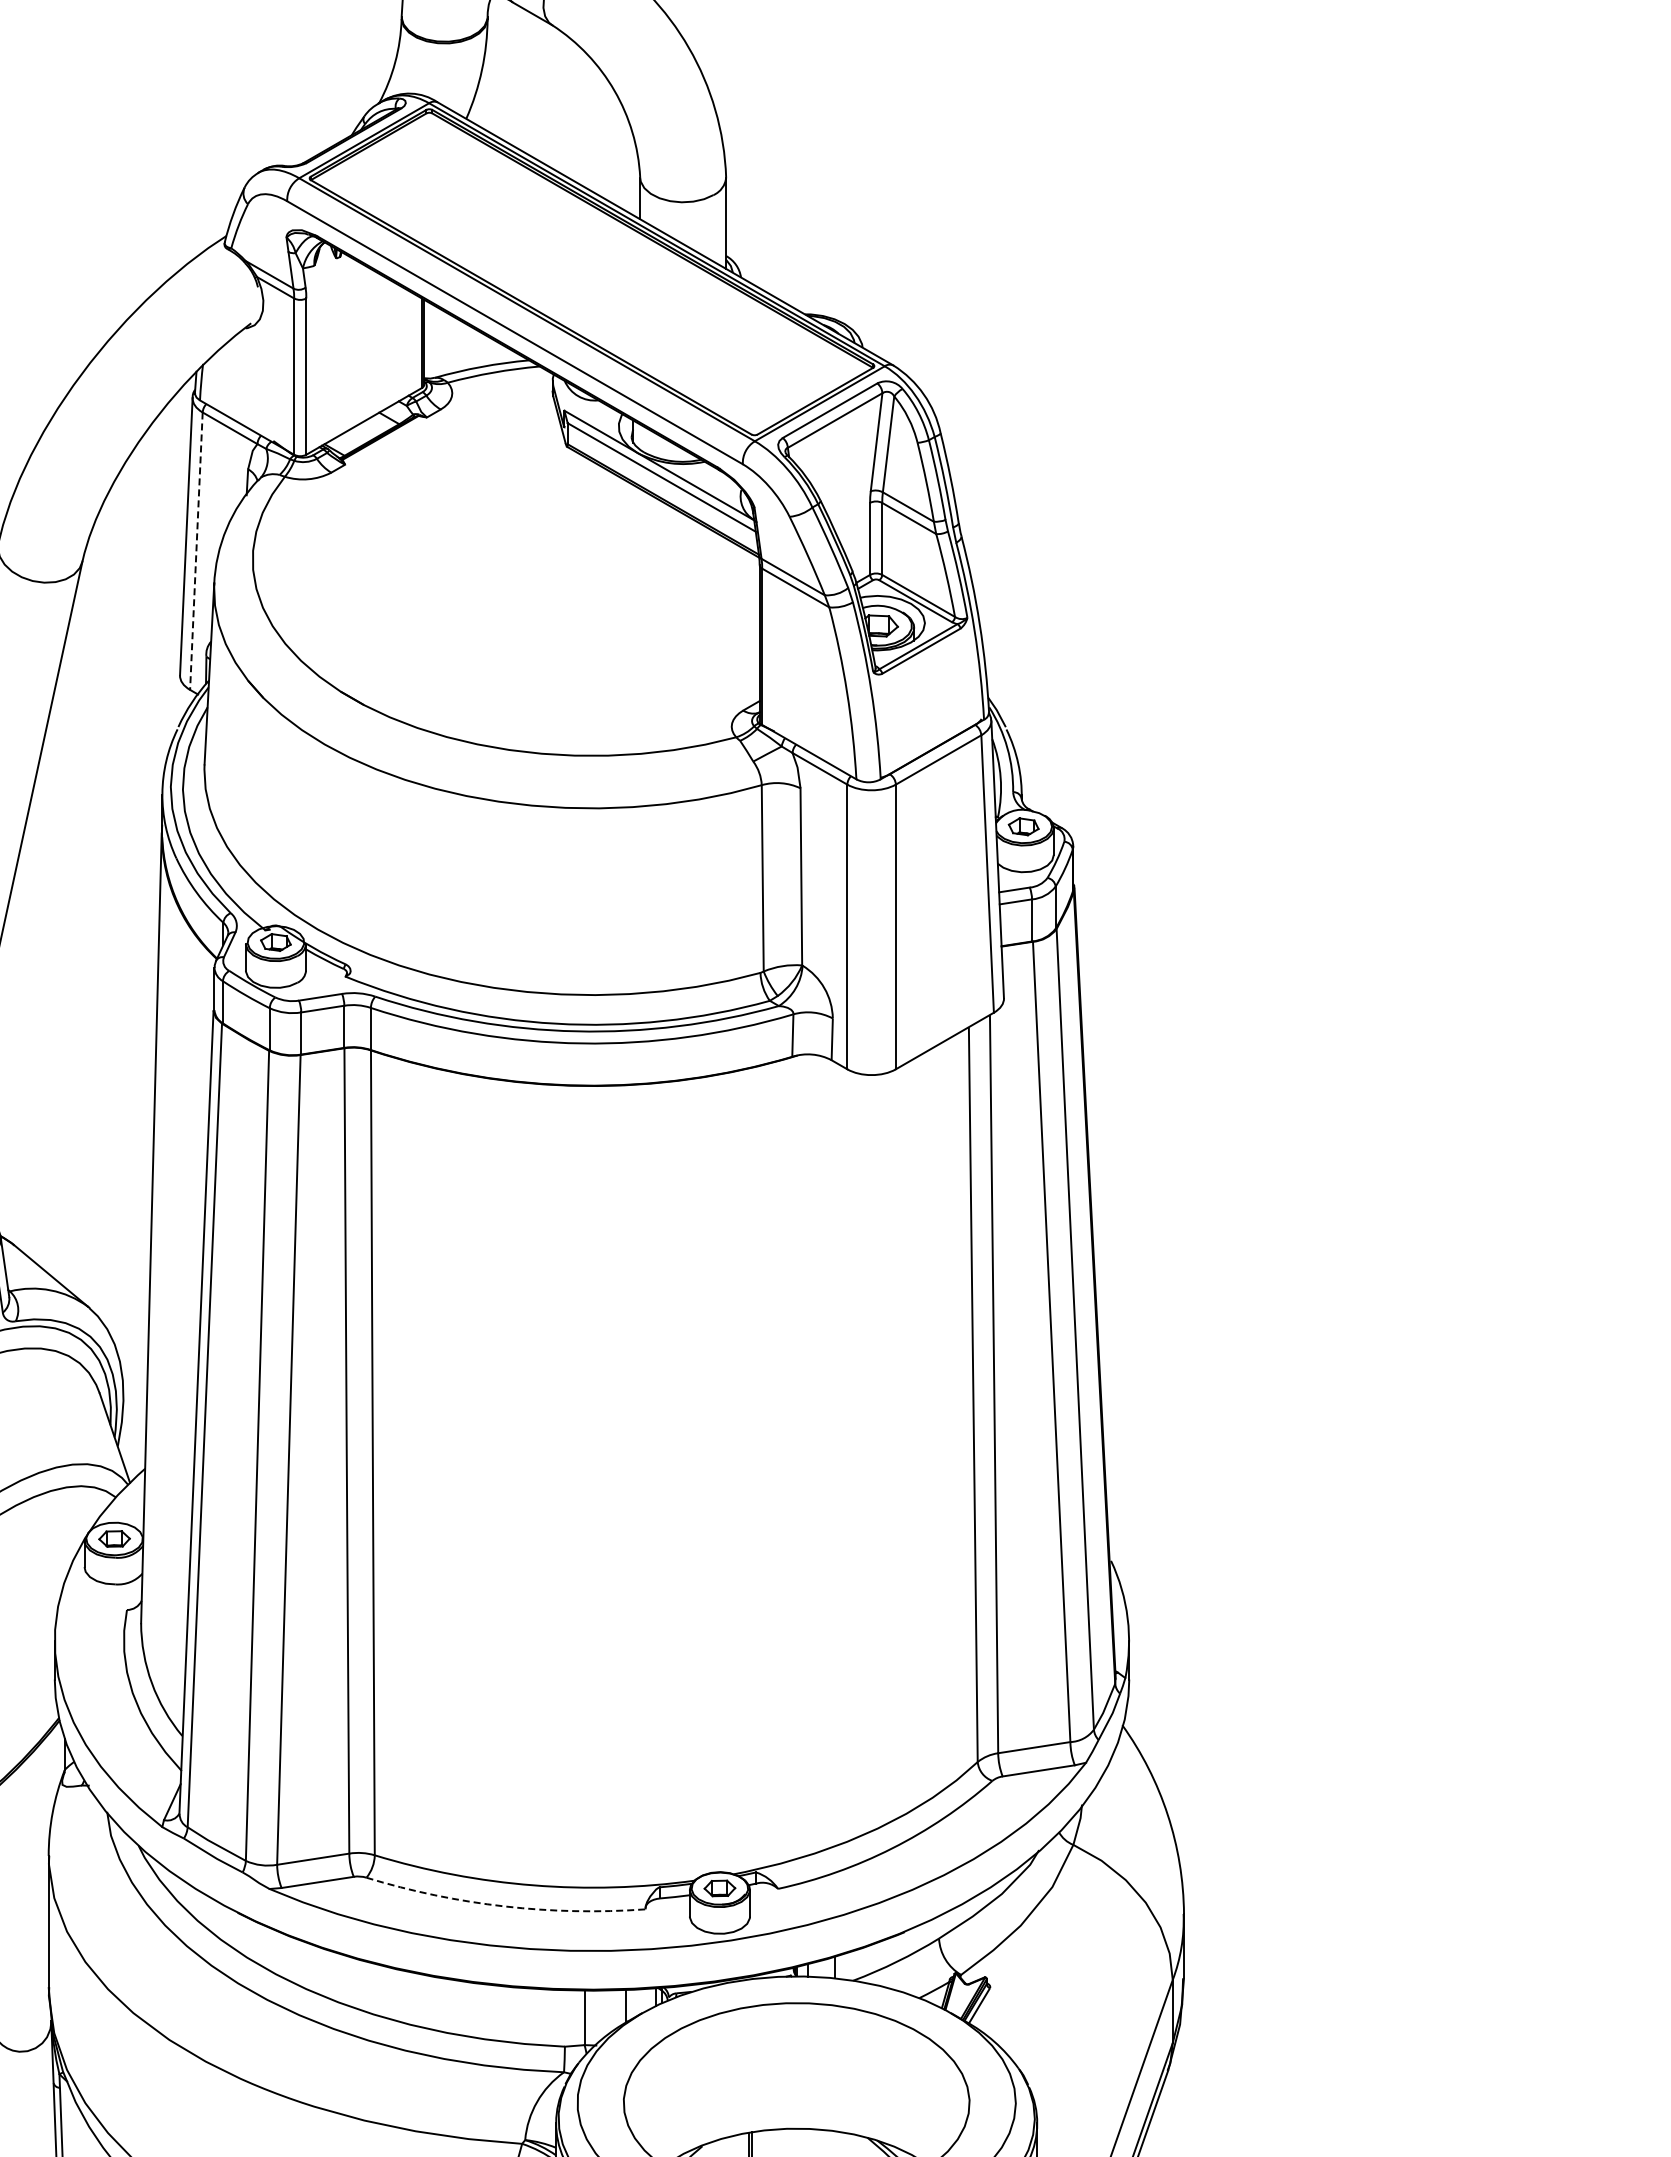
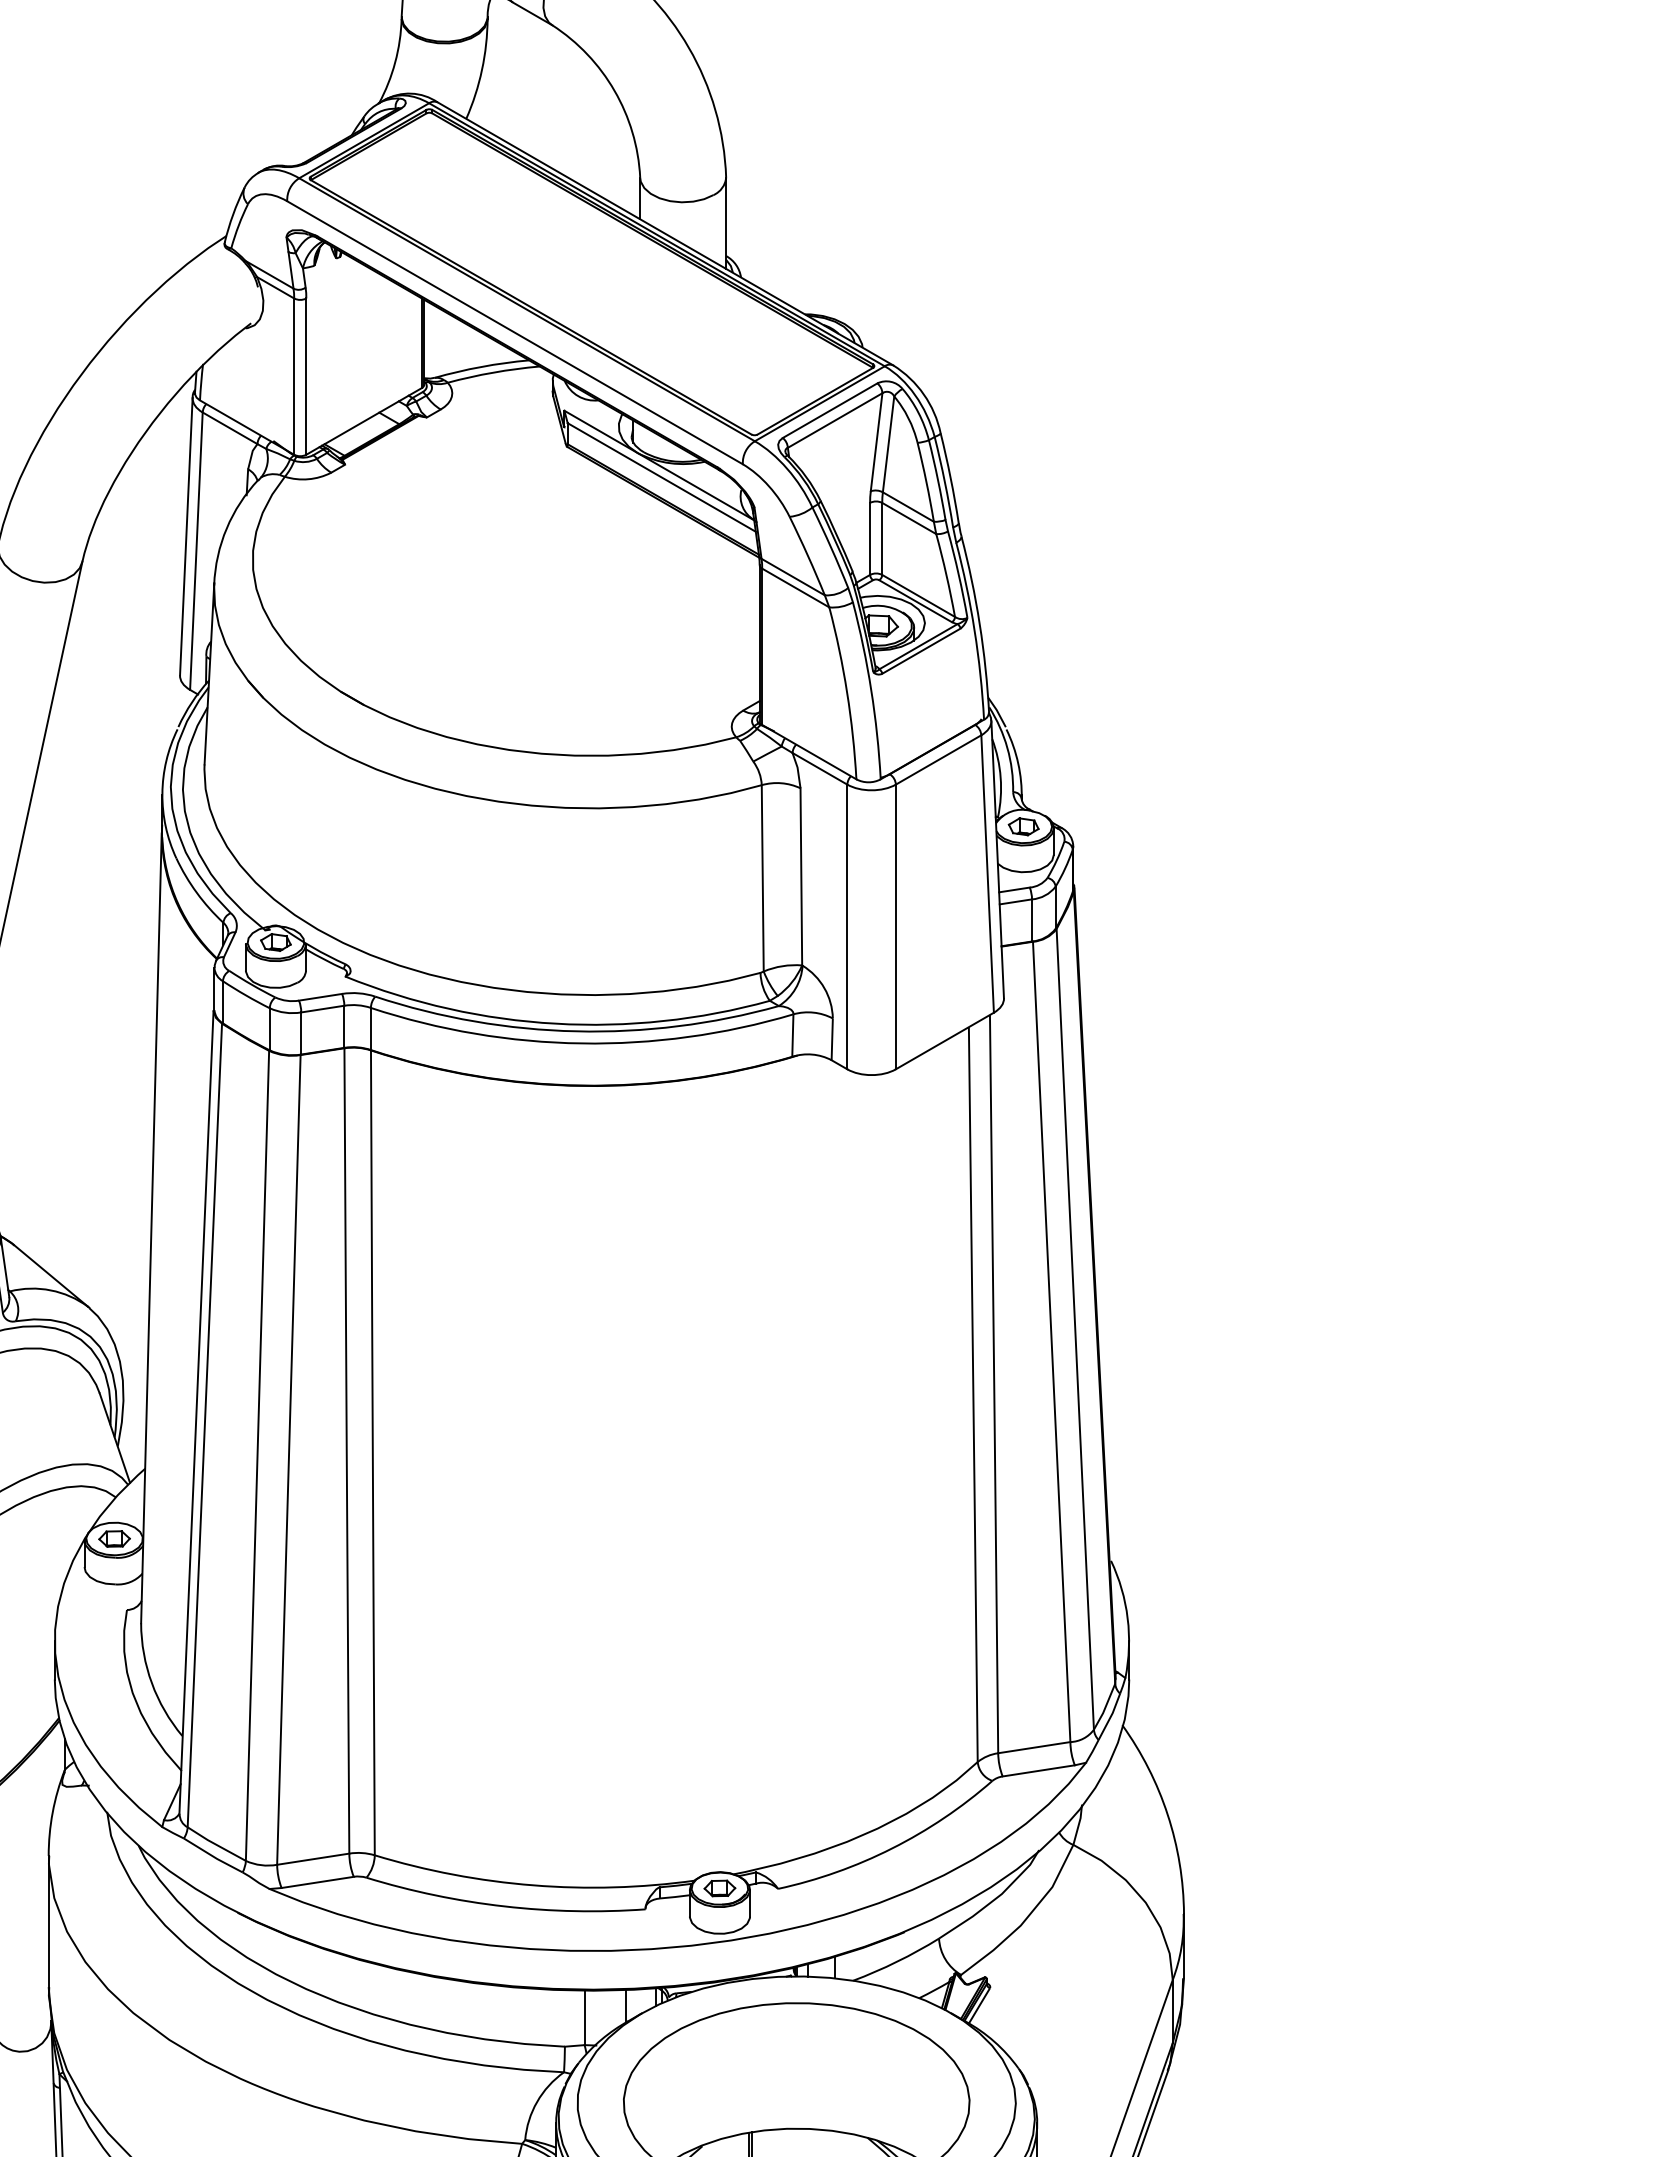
line at (196, 551): dashed -> solid
arc at (504, 1906): dashed -> solid
